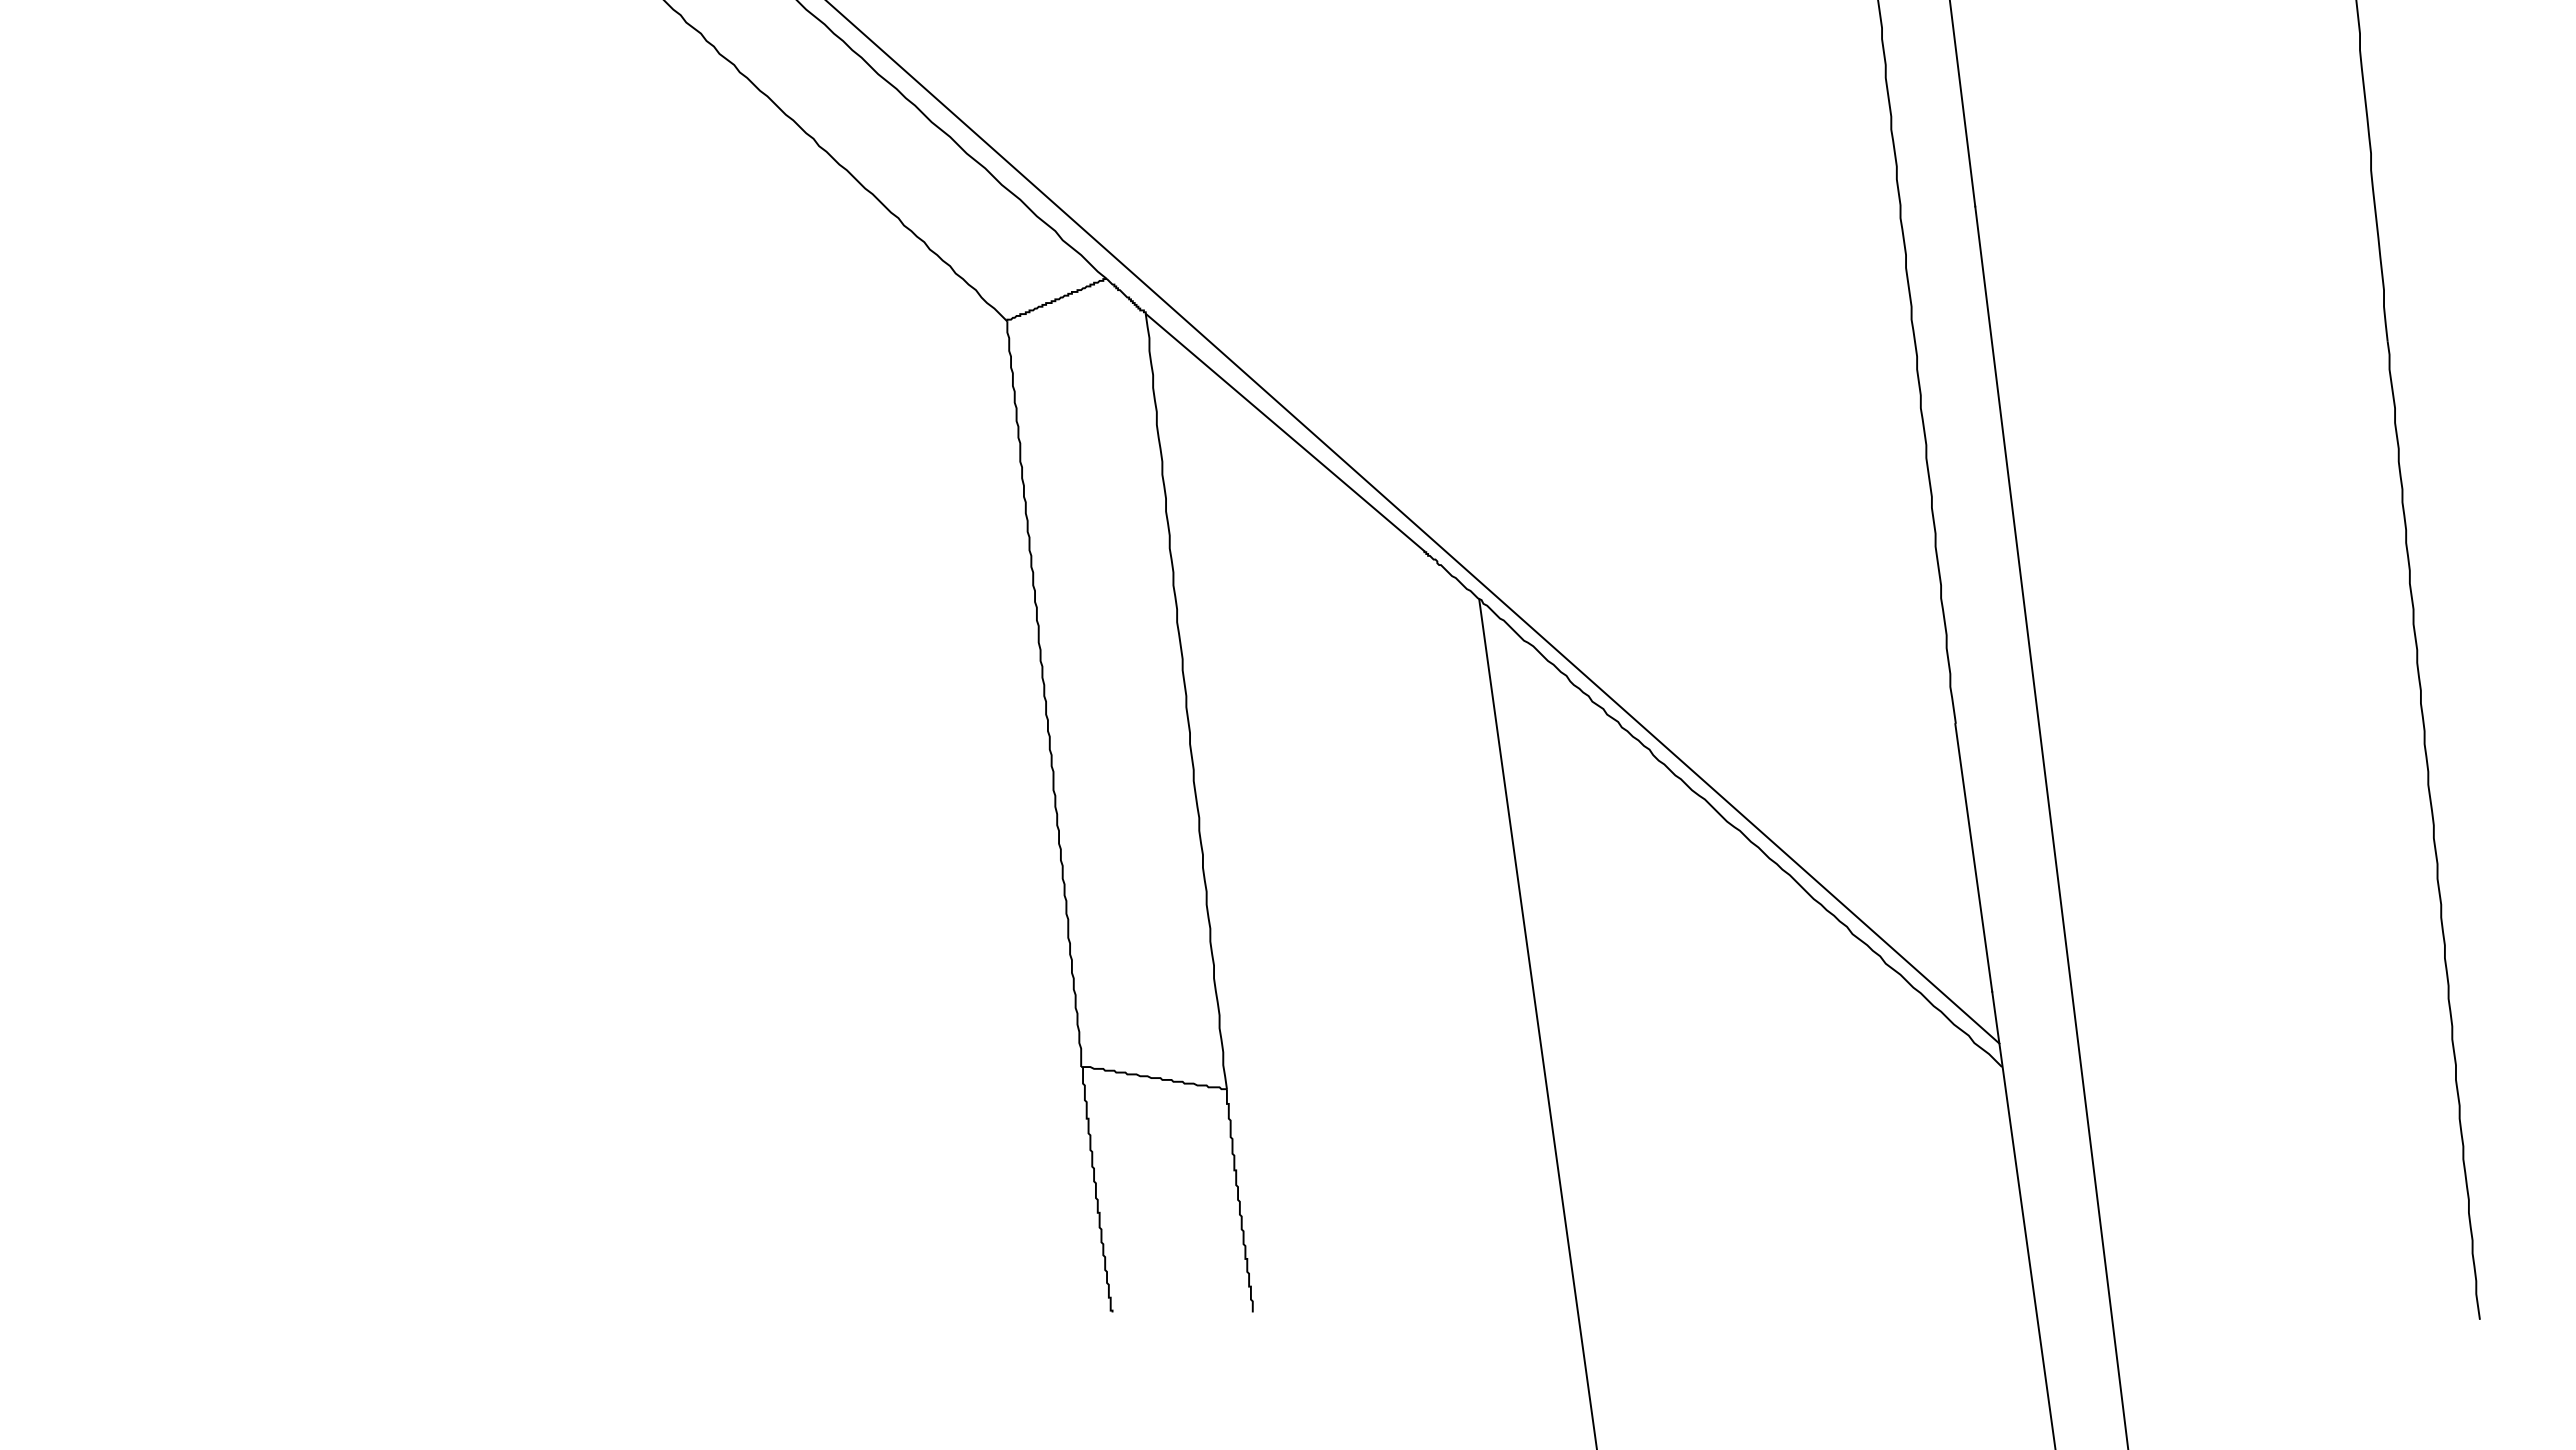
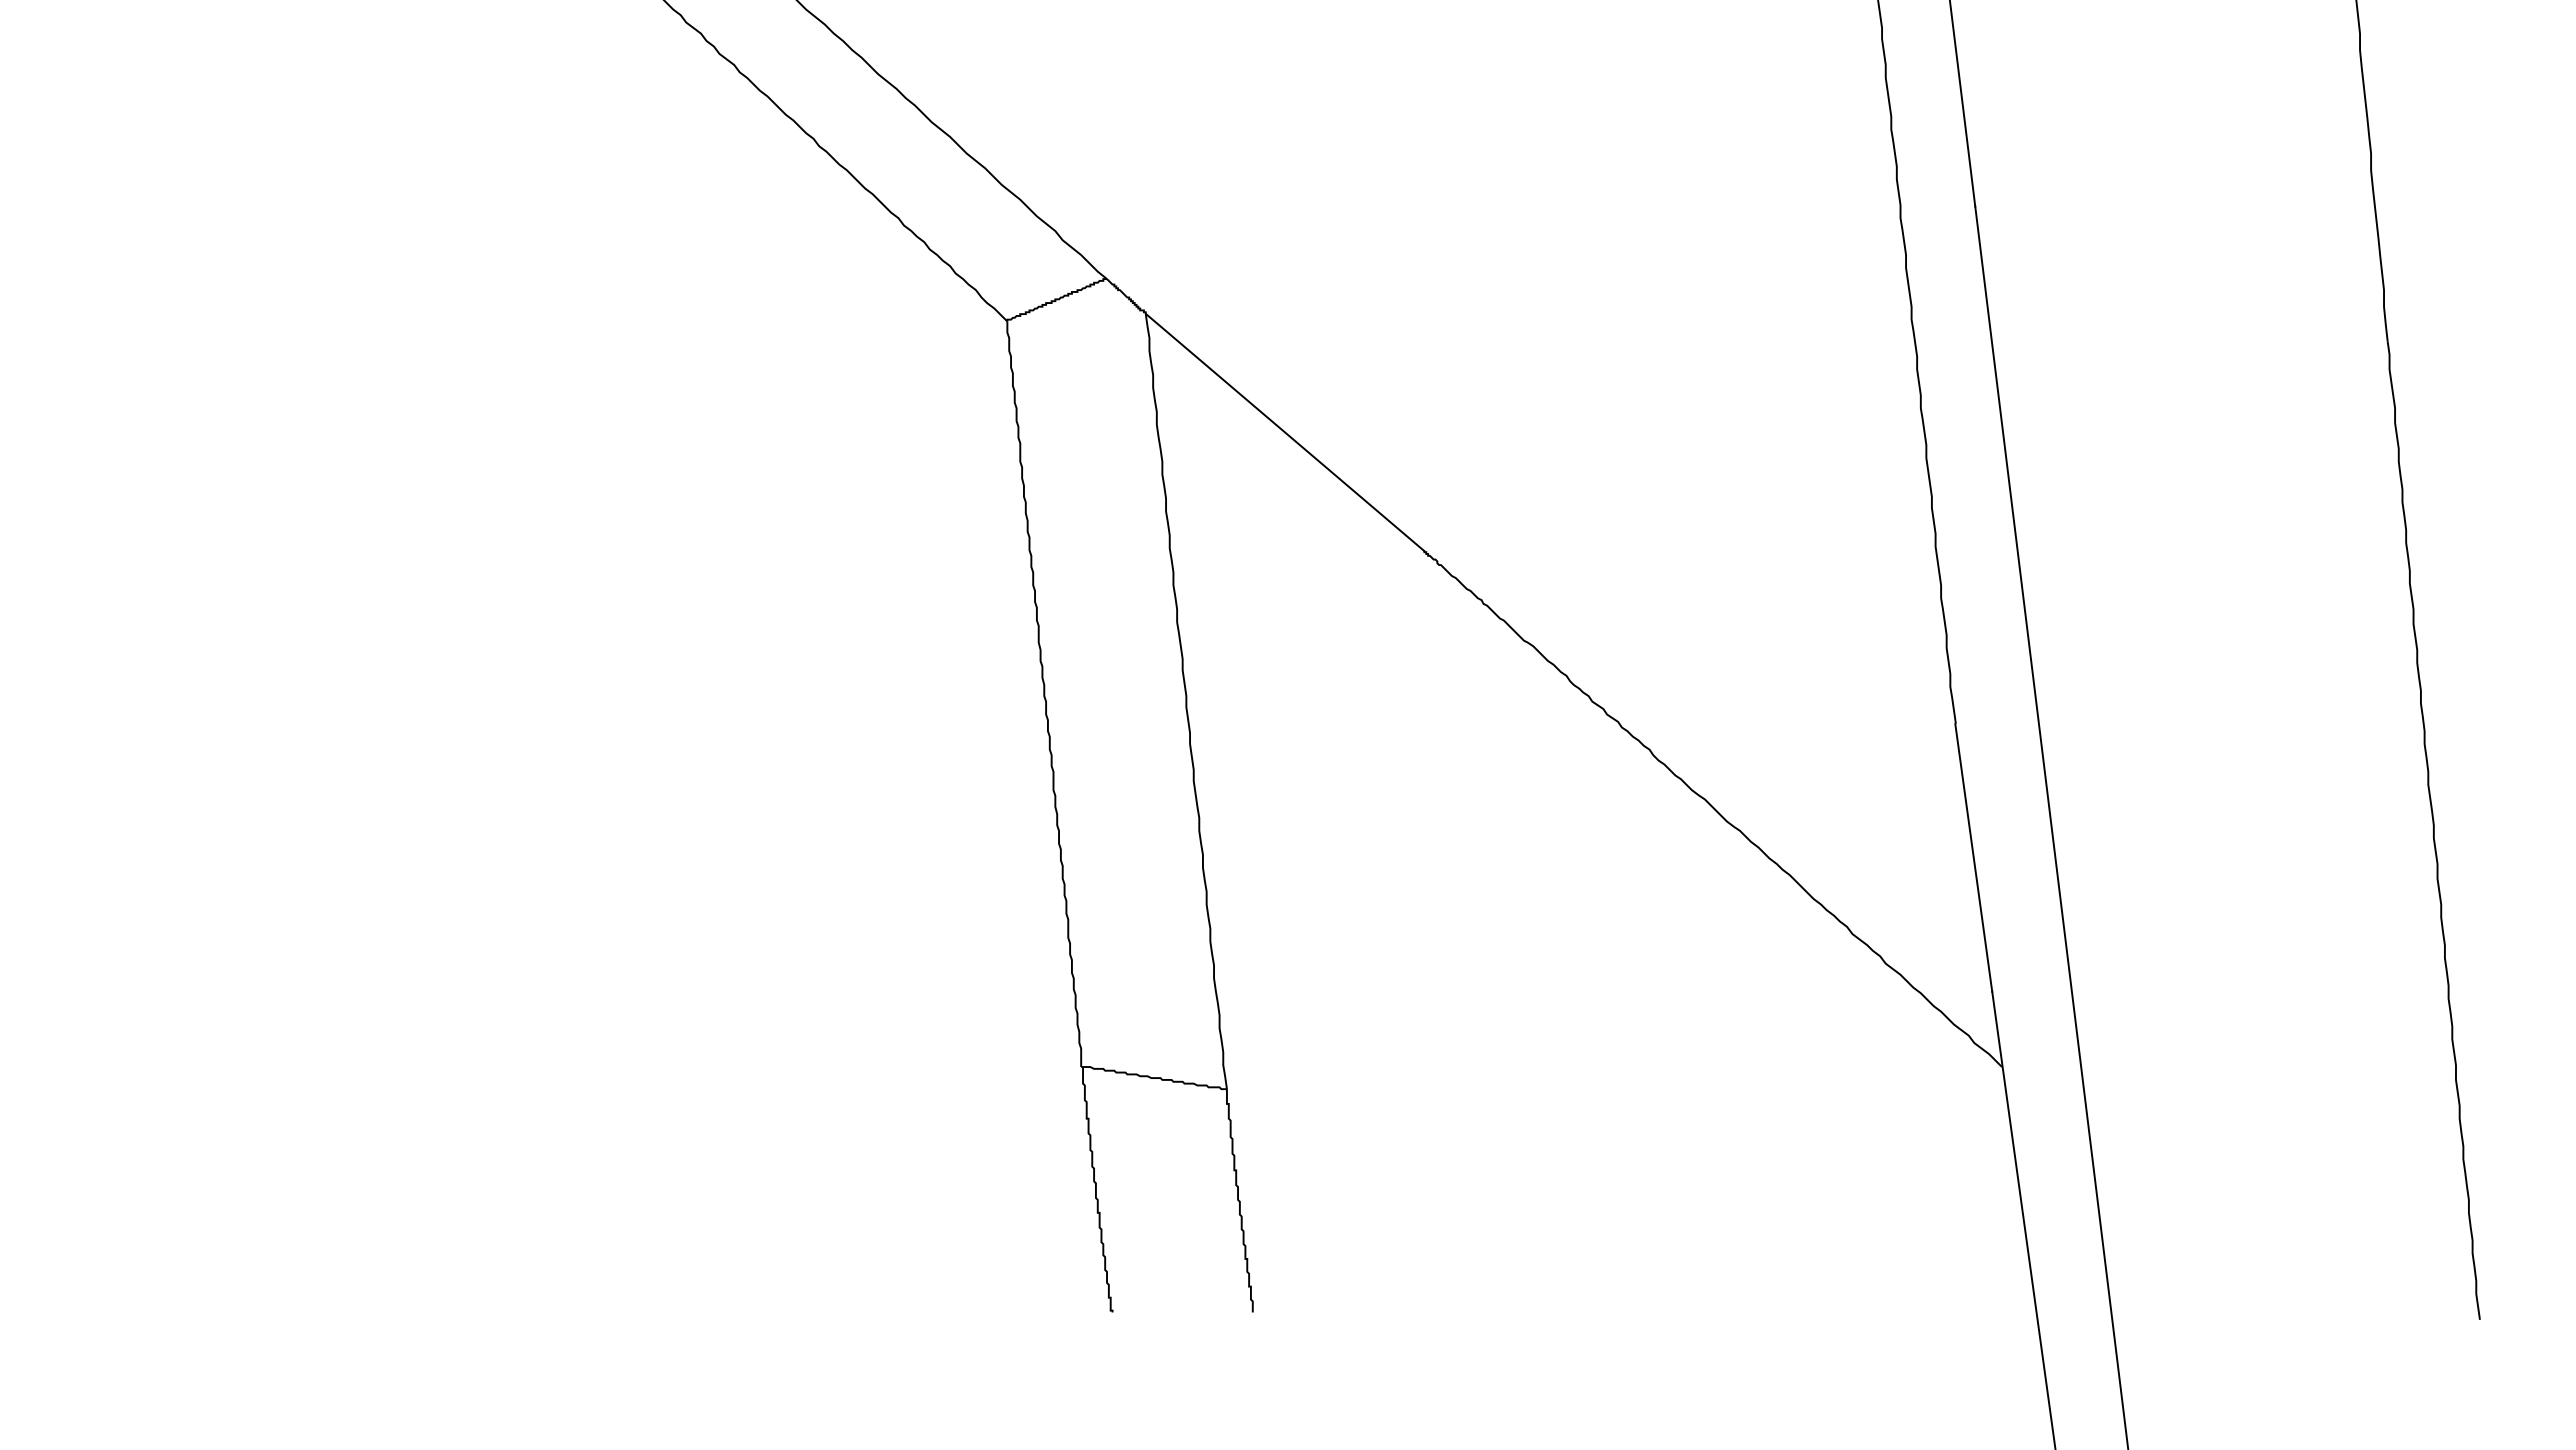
line at (1413, 522): present -> none
line at (1537, 1022): present -> none
